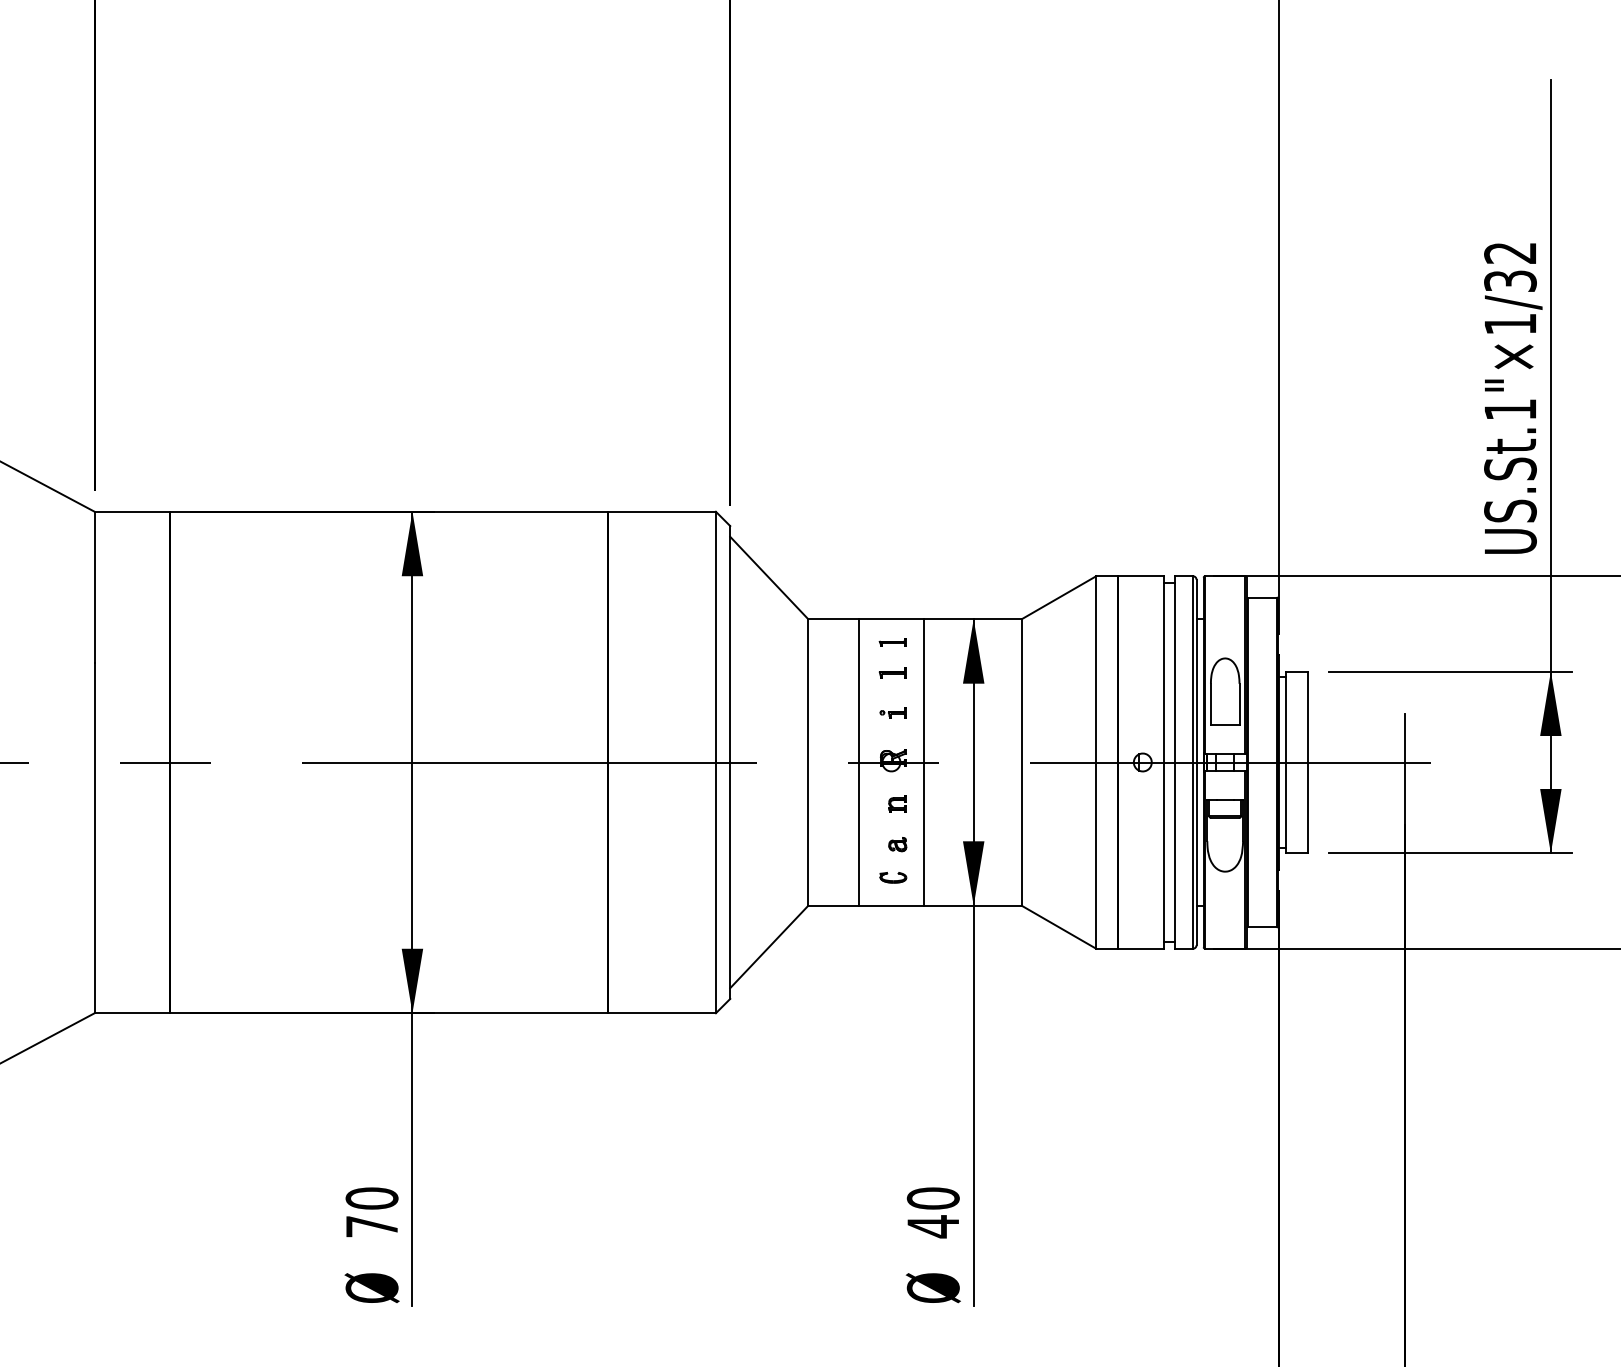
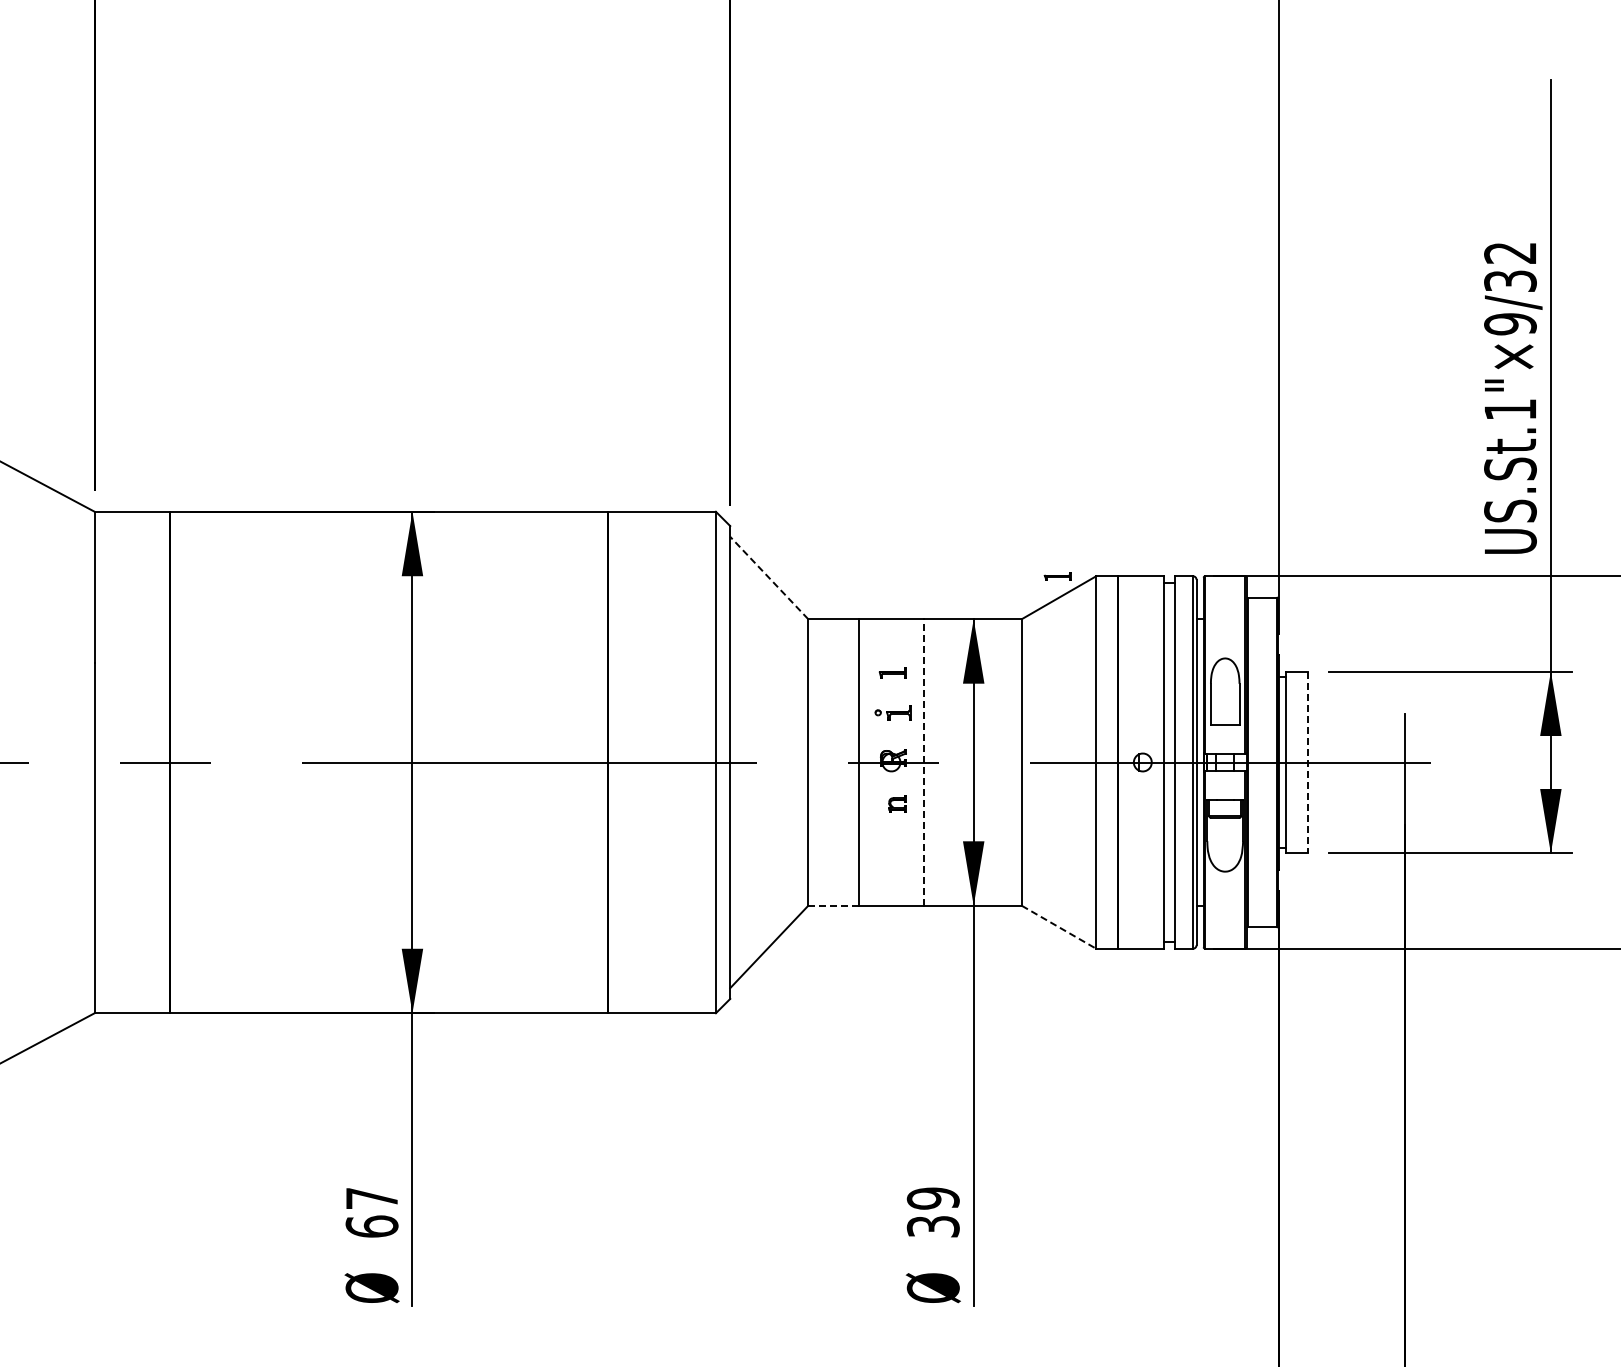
text at (1510, 324): US.St.1"×1/32 -> US.St.1"×9/32
line at (769, 578): solid -> dashed
part at (892, 642) position: (892, 642) -> (1057, 576)
part at (892, 712) size: 28x12 px -> 38x16 px
line at (923, 762): solid -> dashed
line at (1307, 762): solid -> dashed
part at (897, 844): present -> none
part at (893, 877): present -> none
line at (834, 905): solid -> dashed
line at (1059, 927): solid -> dashed
text at (371, 1212): 70 -> 67
text at (932, 1212): 40 -> 39
